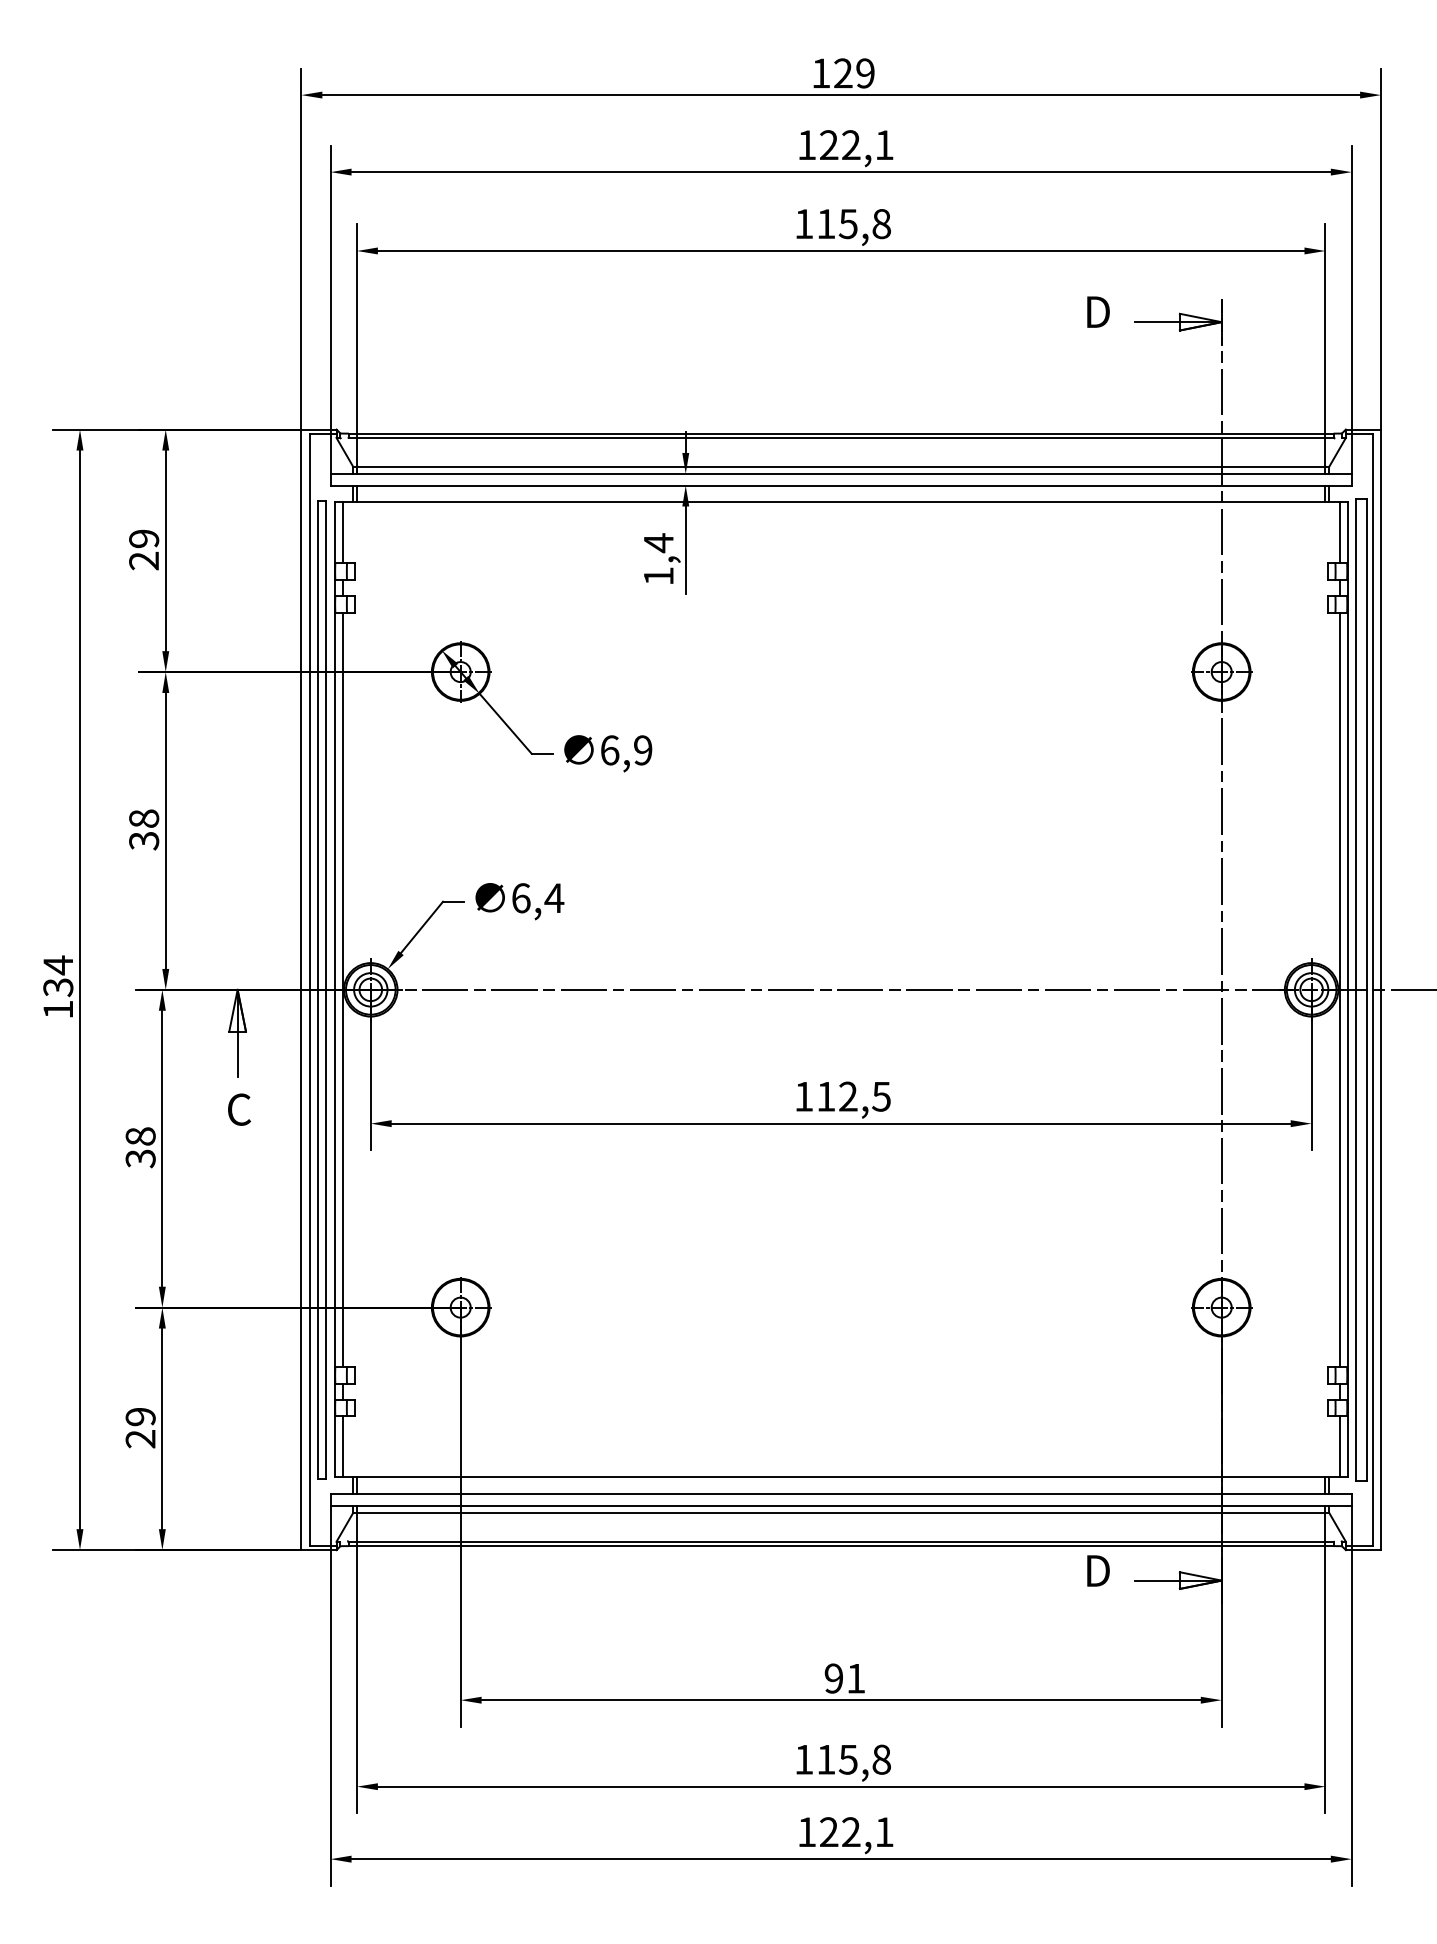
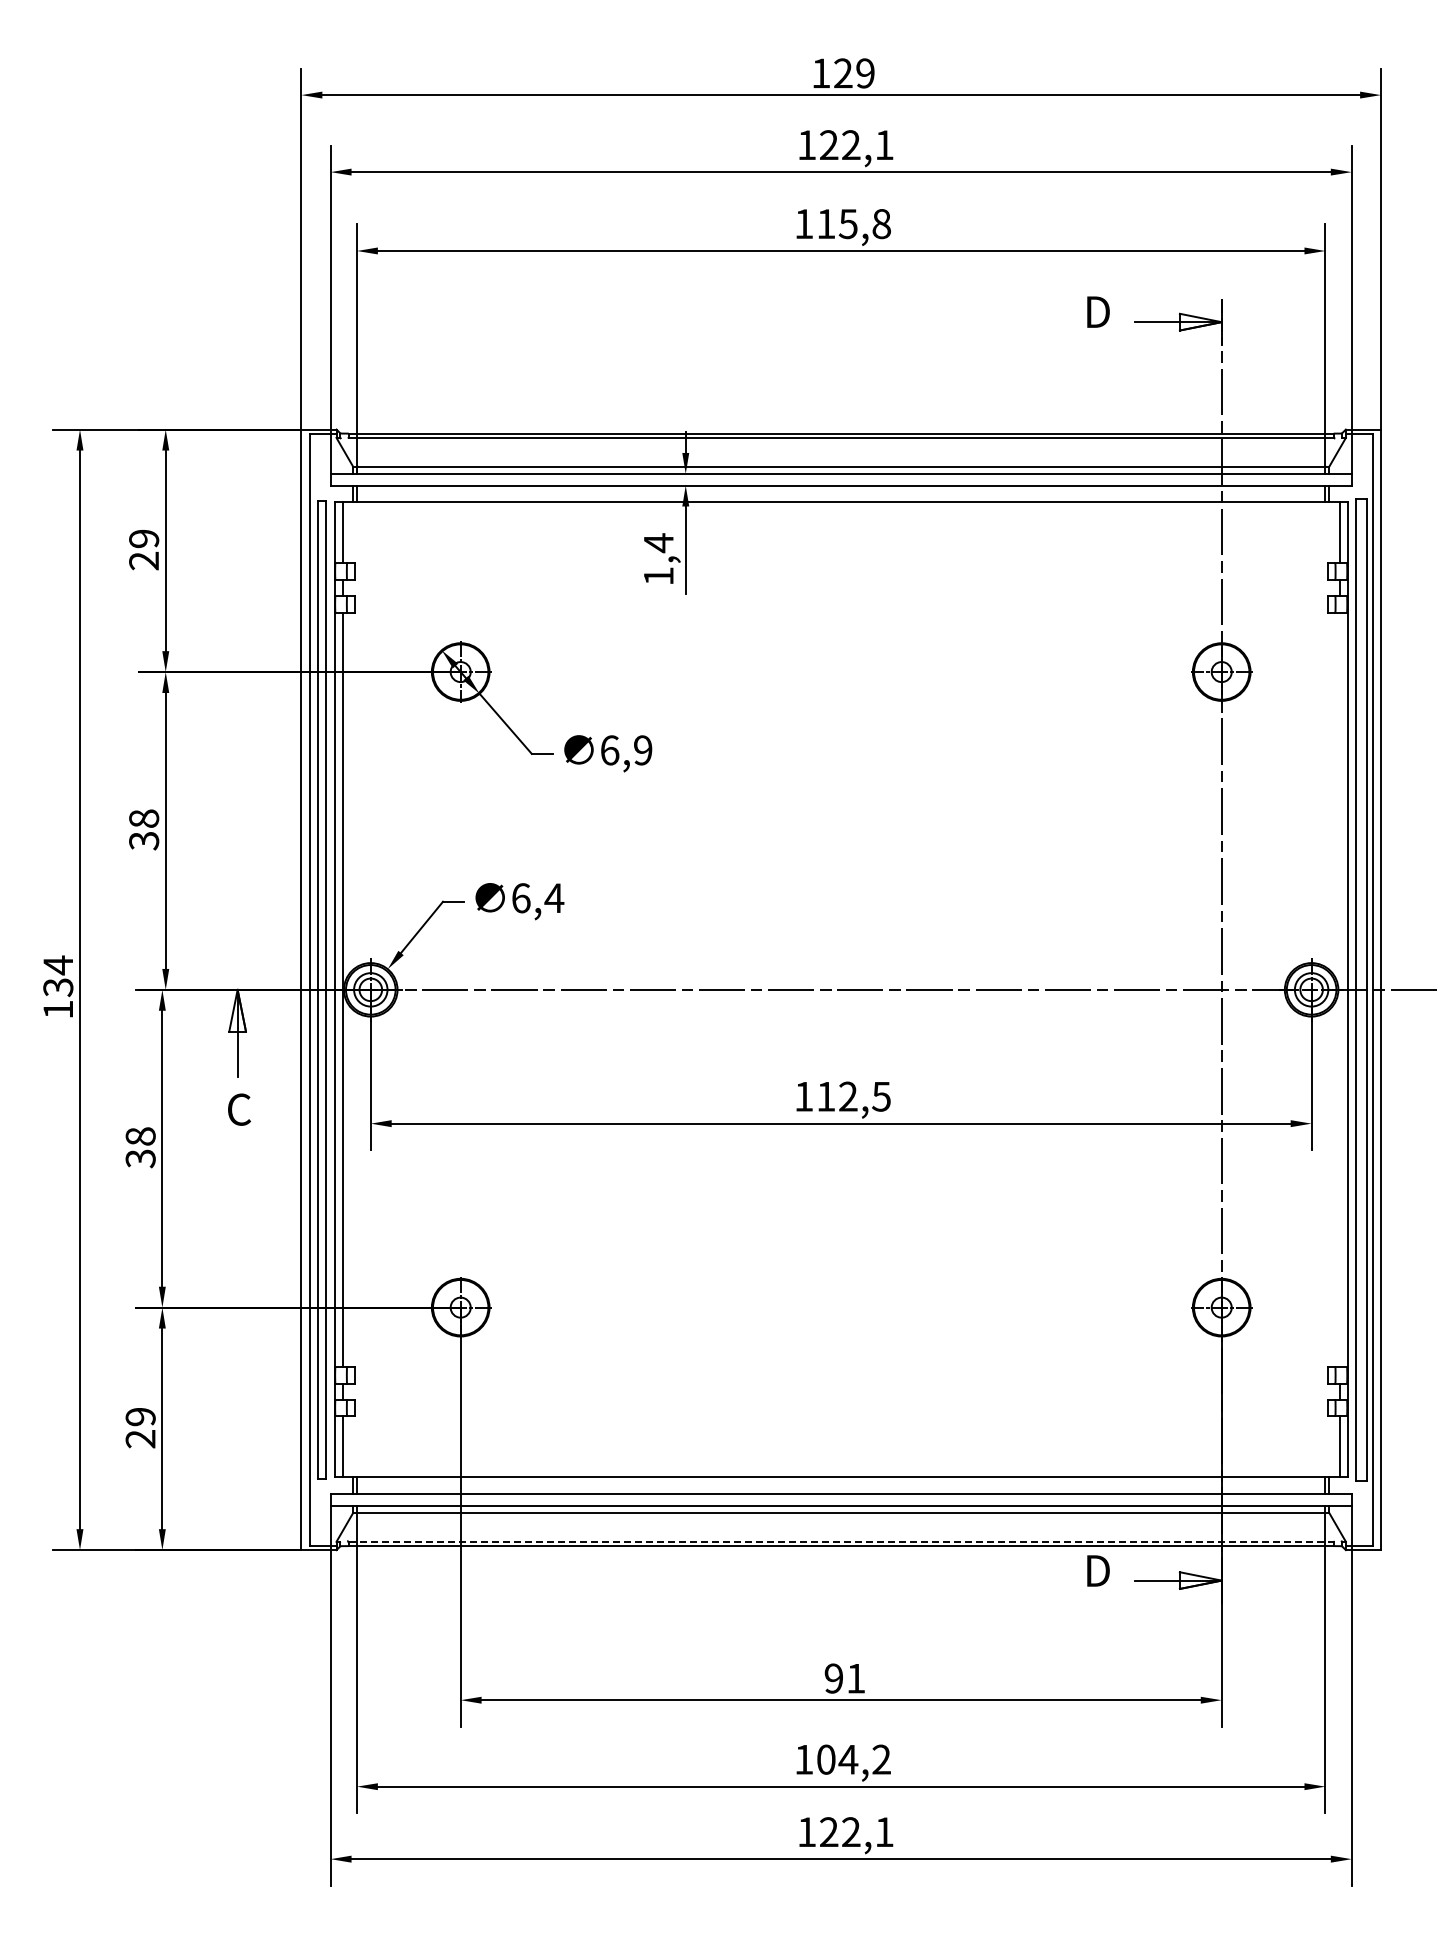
line at (1339, 989): present -> none
line at (841, 1541): solid -> dashed
text at (853, 1759): 115,8 -> 104,2
